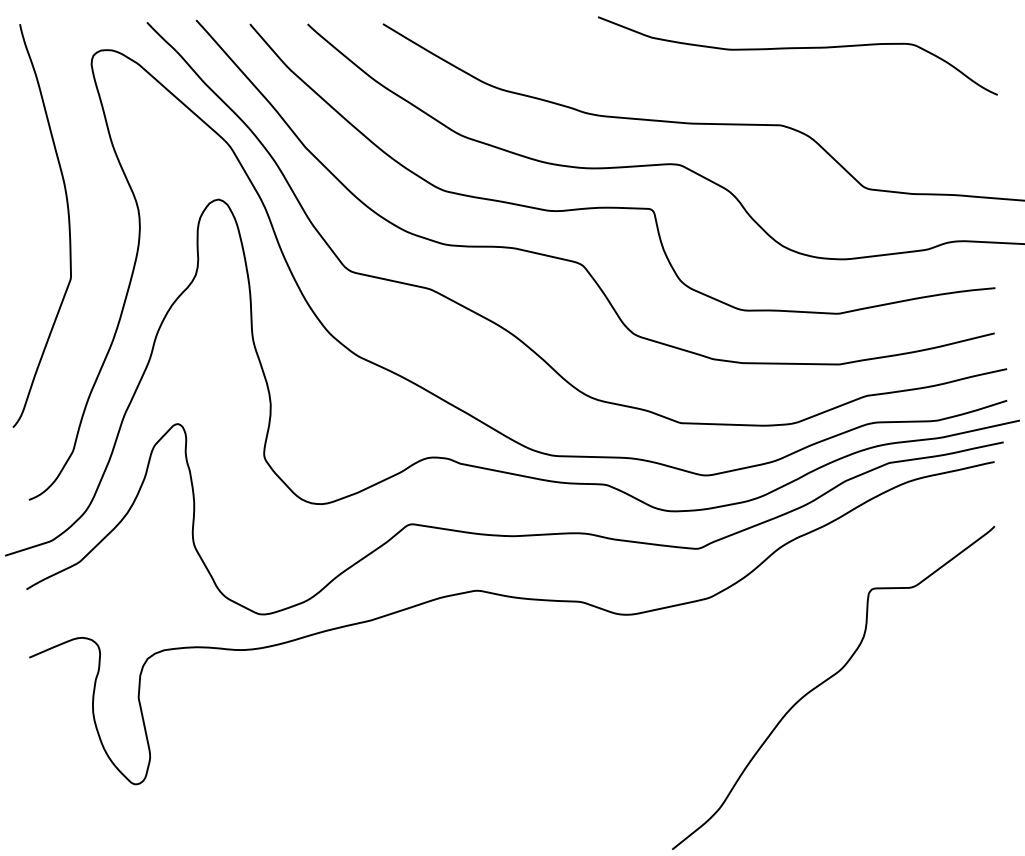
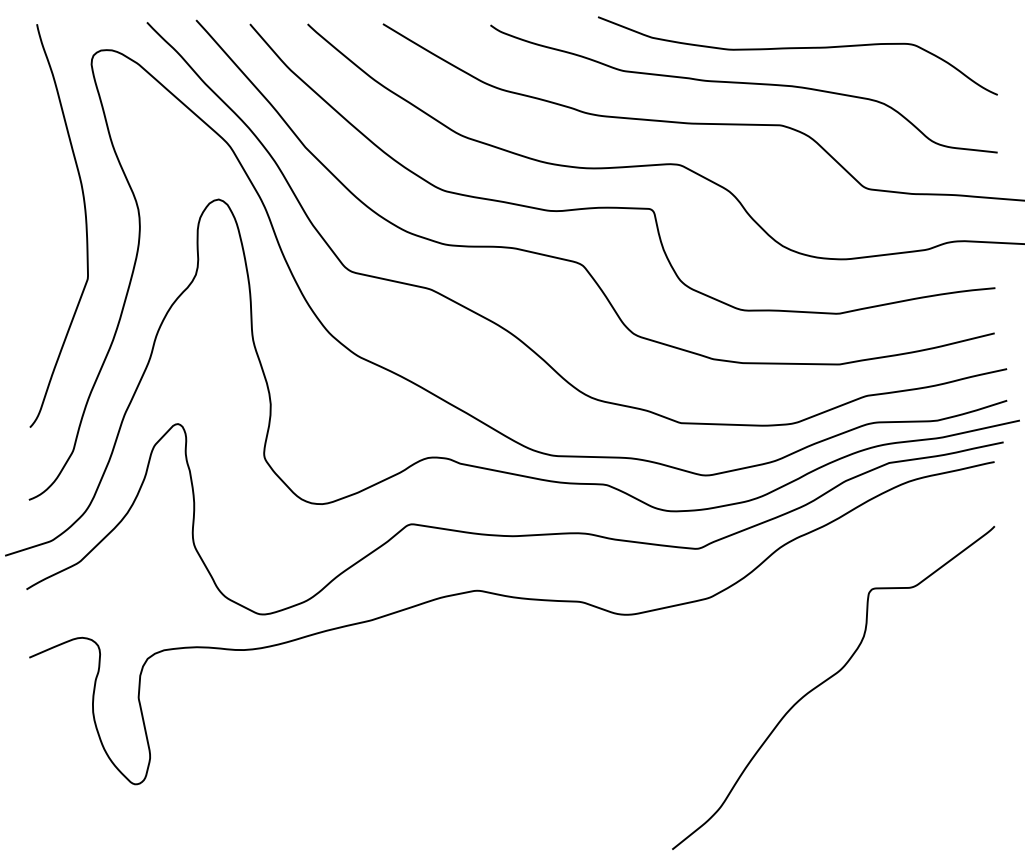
curve at (743, 83): none -> present
curve at (68, 225) position: (68, 225) -> (85, 225)
